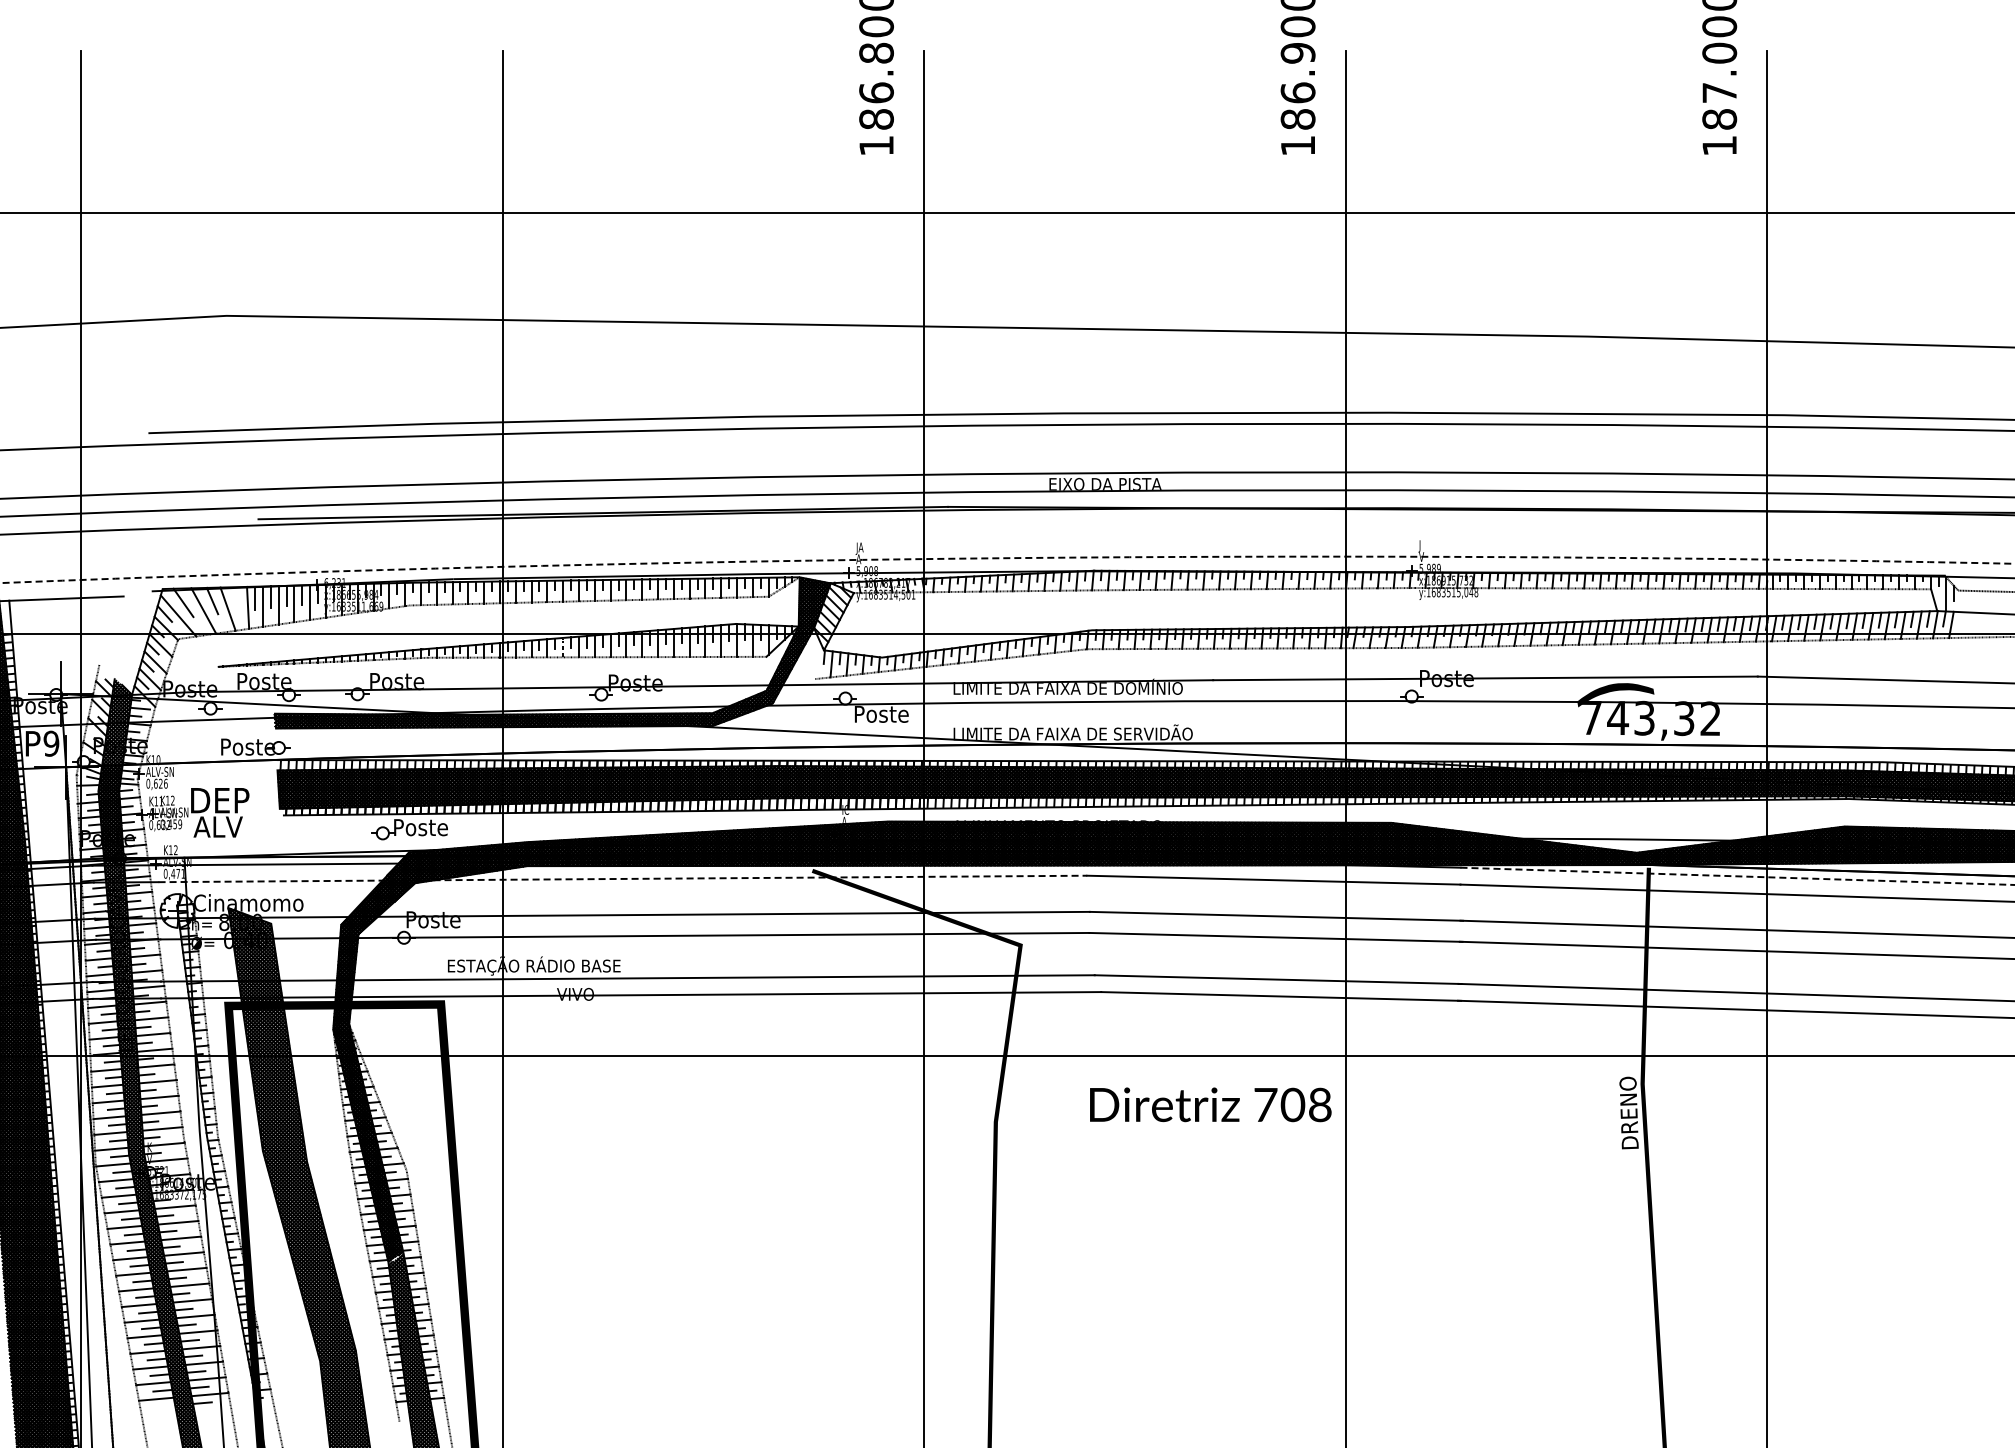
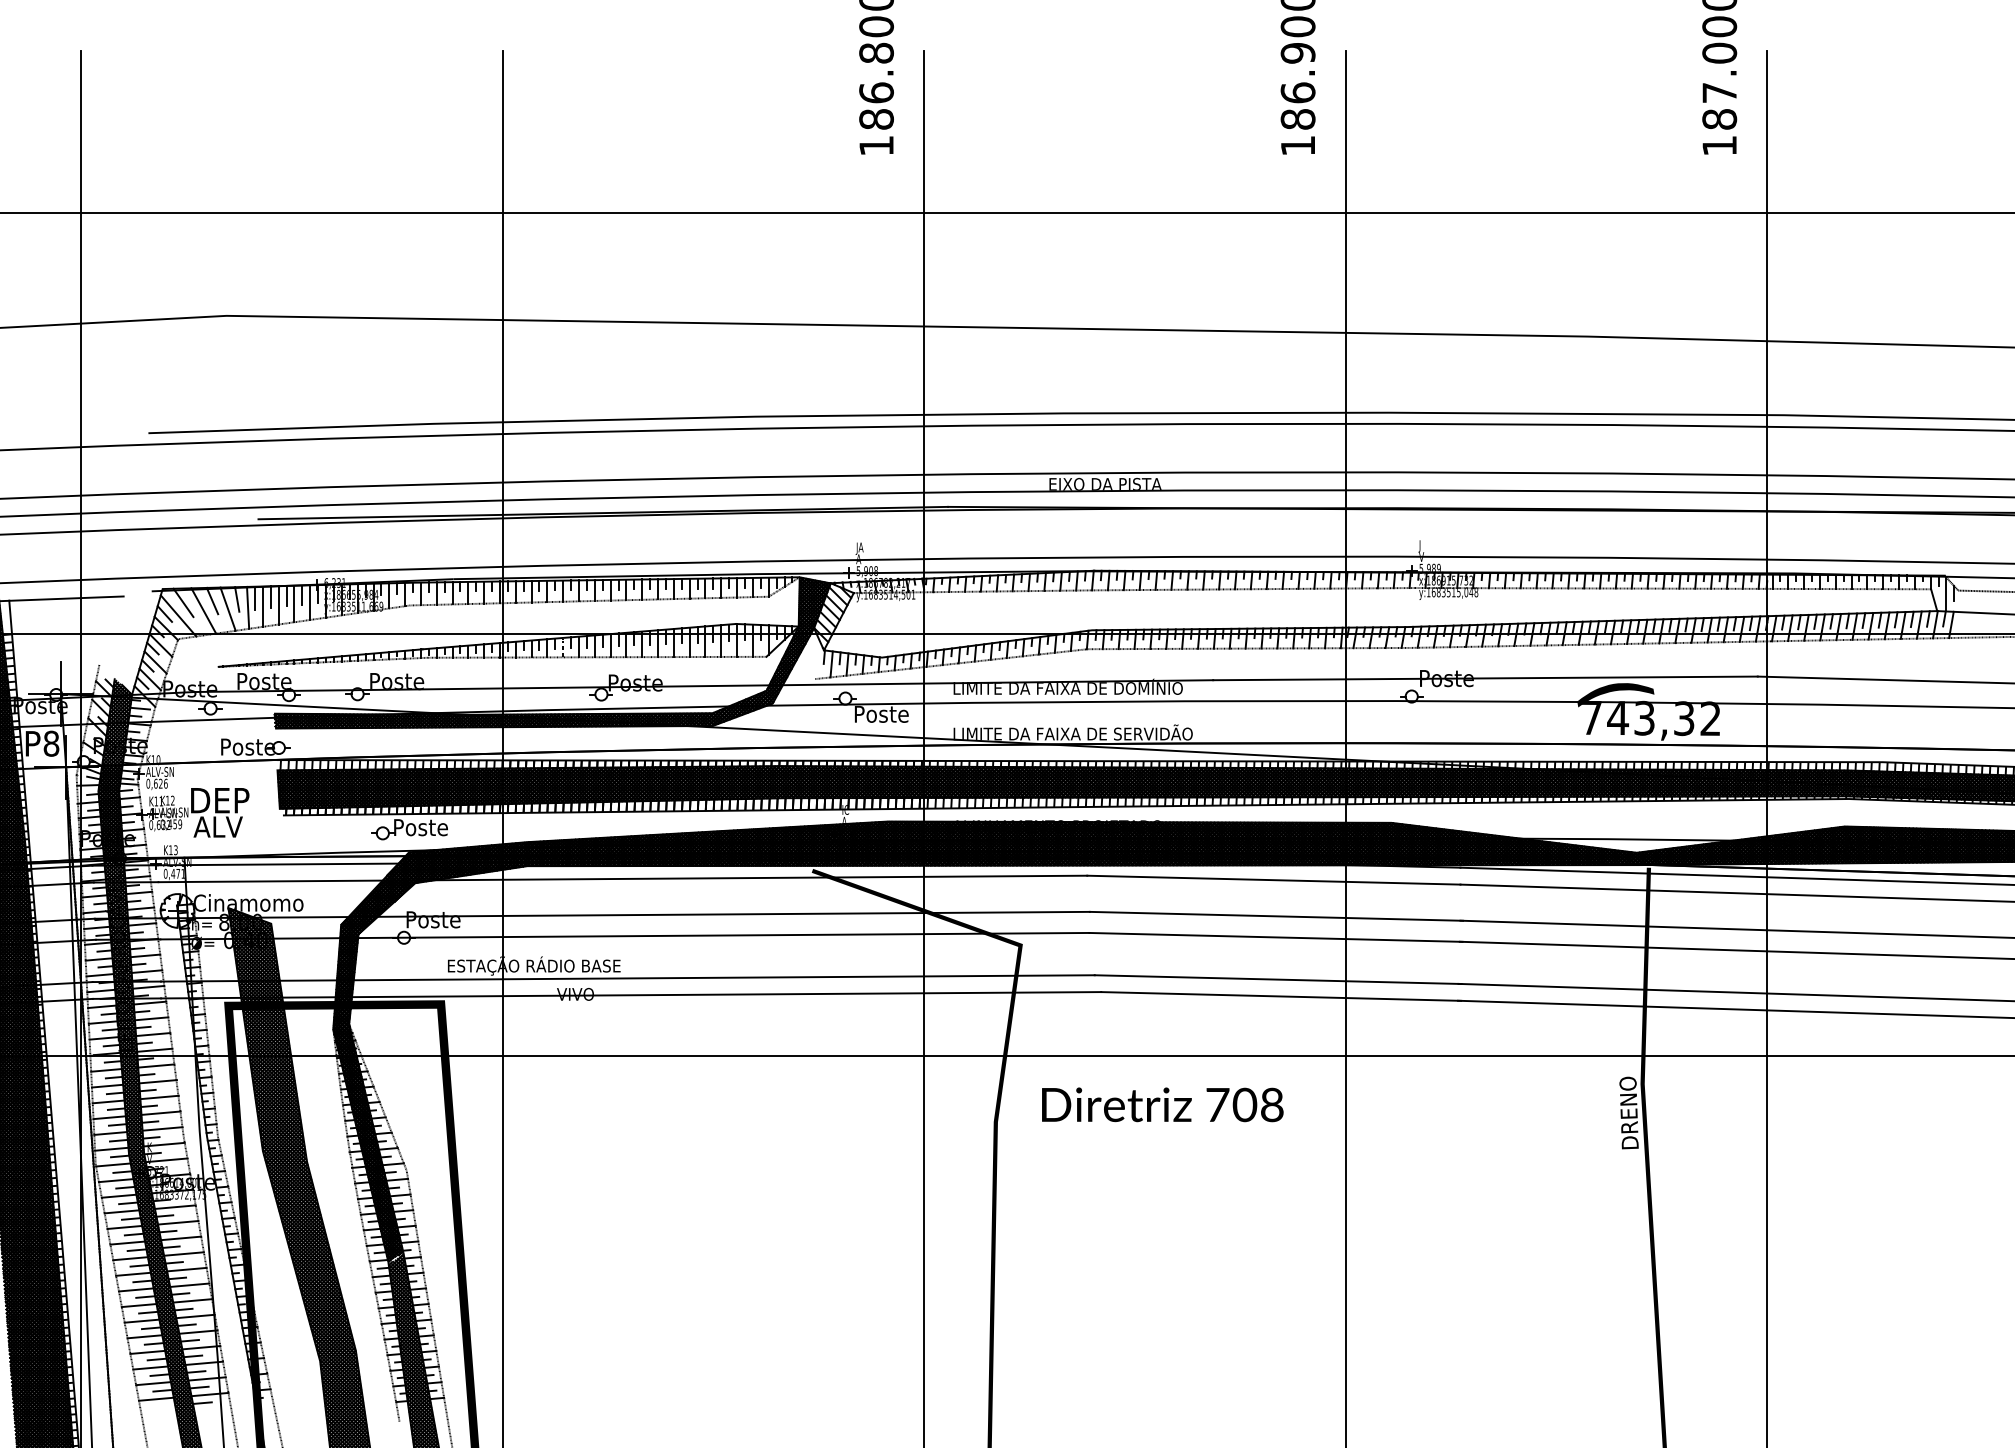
arc at (1006, 558): dashed -> solid
line at (237, 599): none -> present
text at (51, 743): P9 -> P8
text at (175, 850): K12 -> K13
line at (1738, 876): dashed -> solid
line at (623, 878): dashed -> solid
text at (1210, 1104) position: (1210, 1104) -> (1162, 1104)
